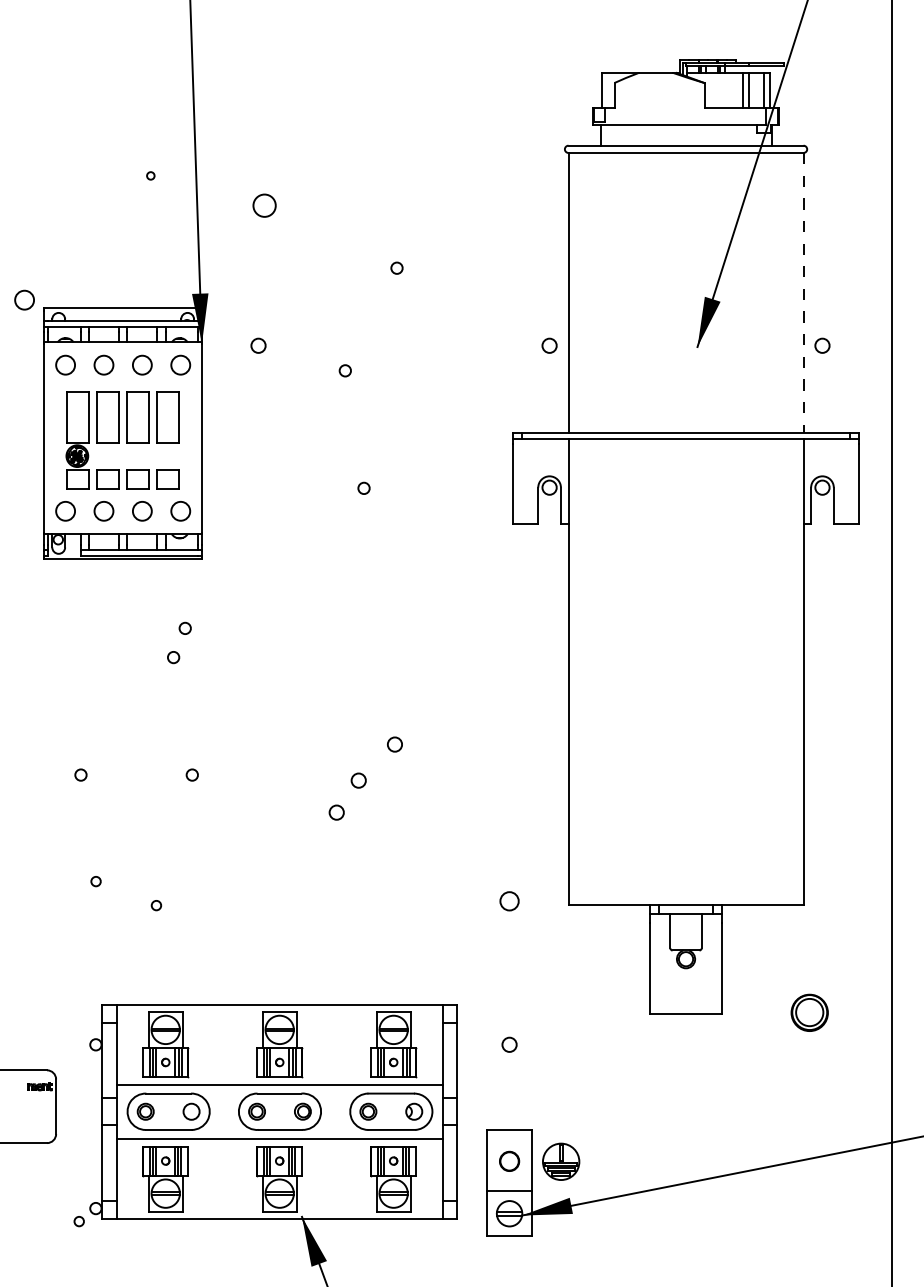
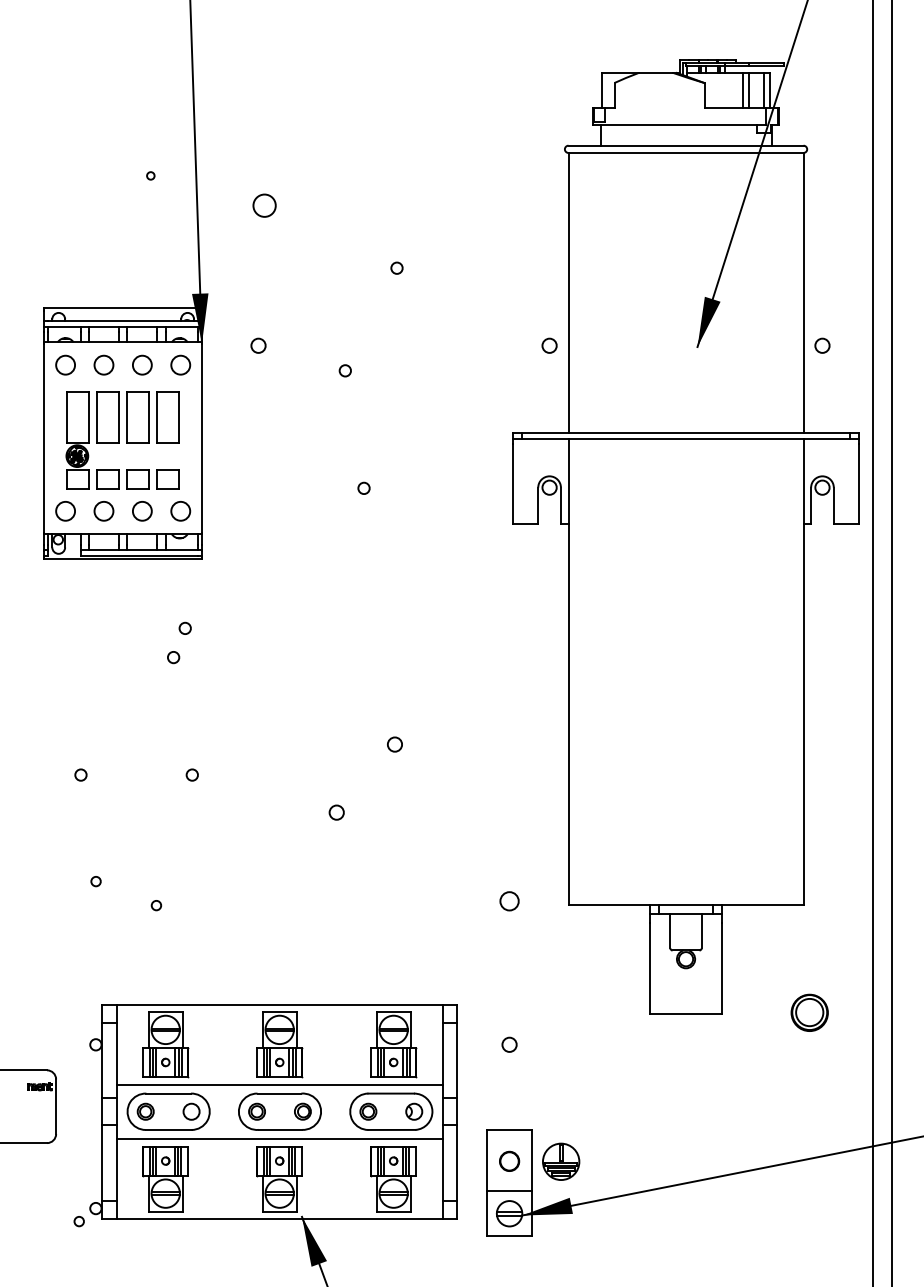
line at (803, 293): dashed -> solid
circle at (24, 299): present -> none
line at (873, 642): none -> present
circle at (358, 780): present -> none
